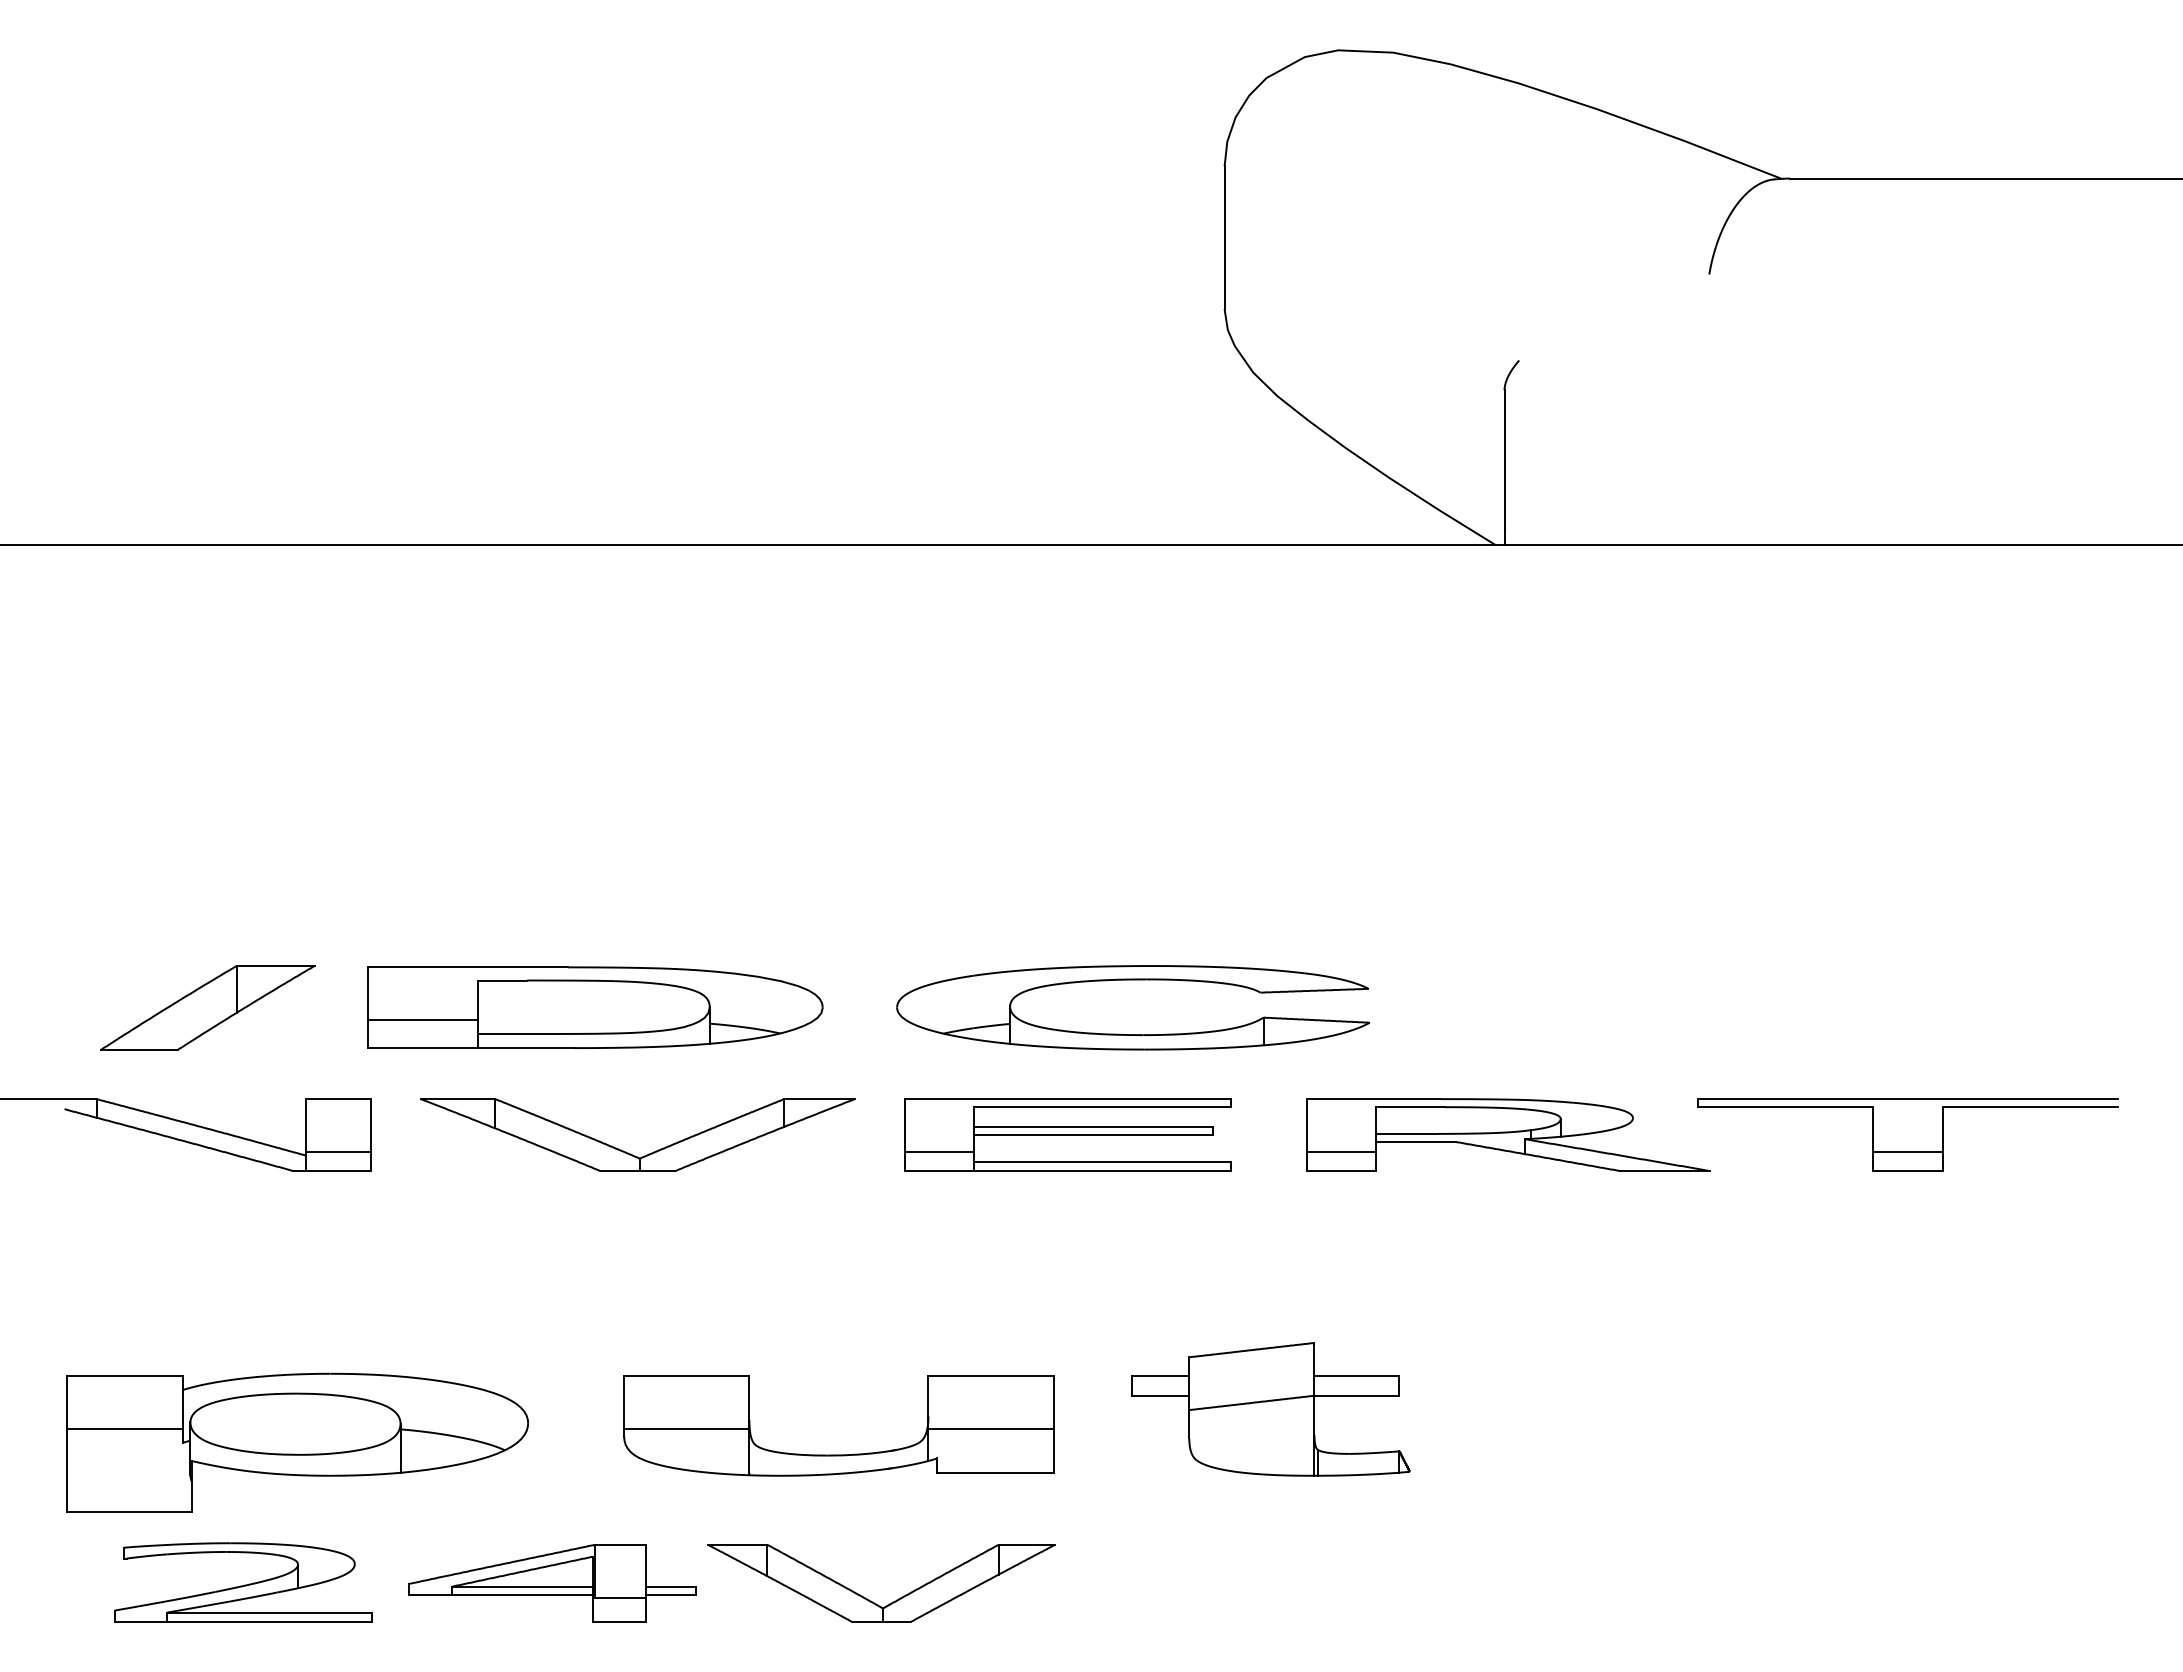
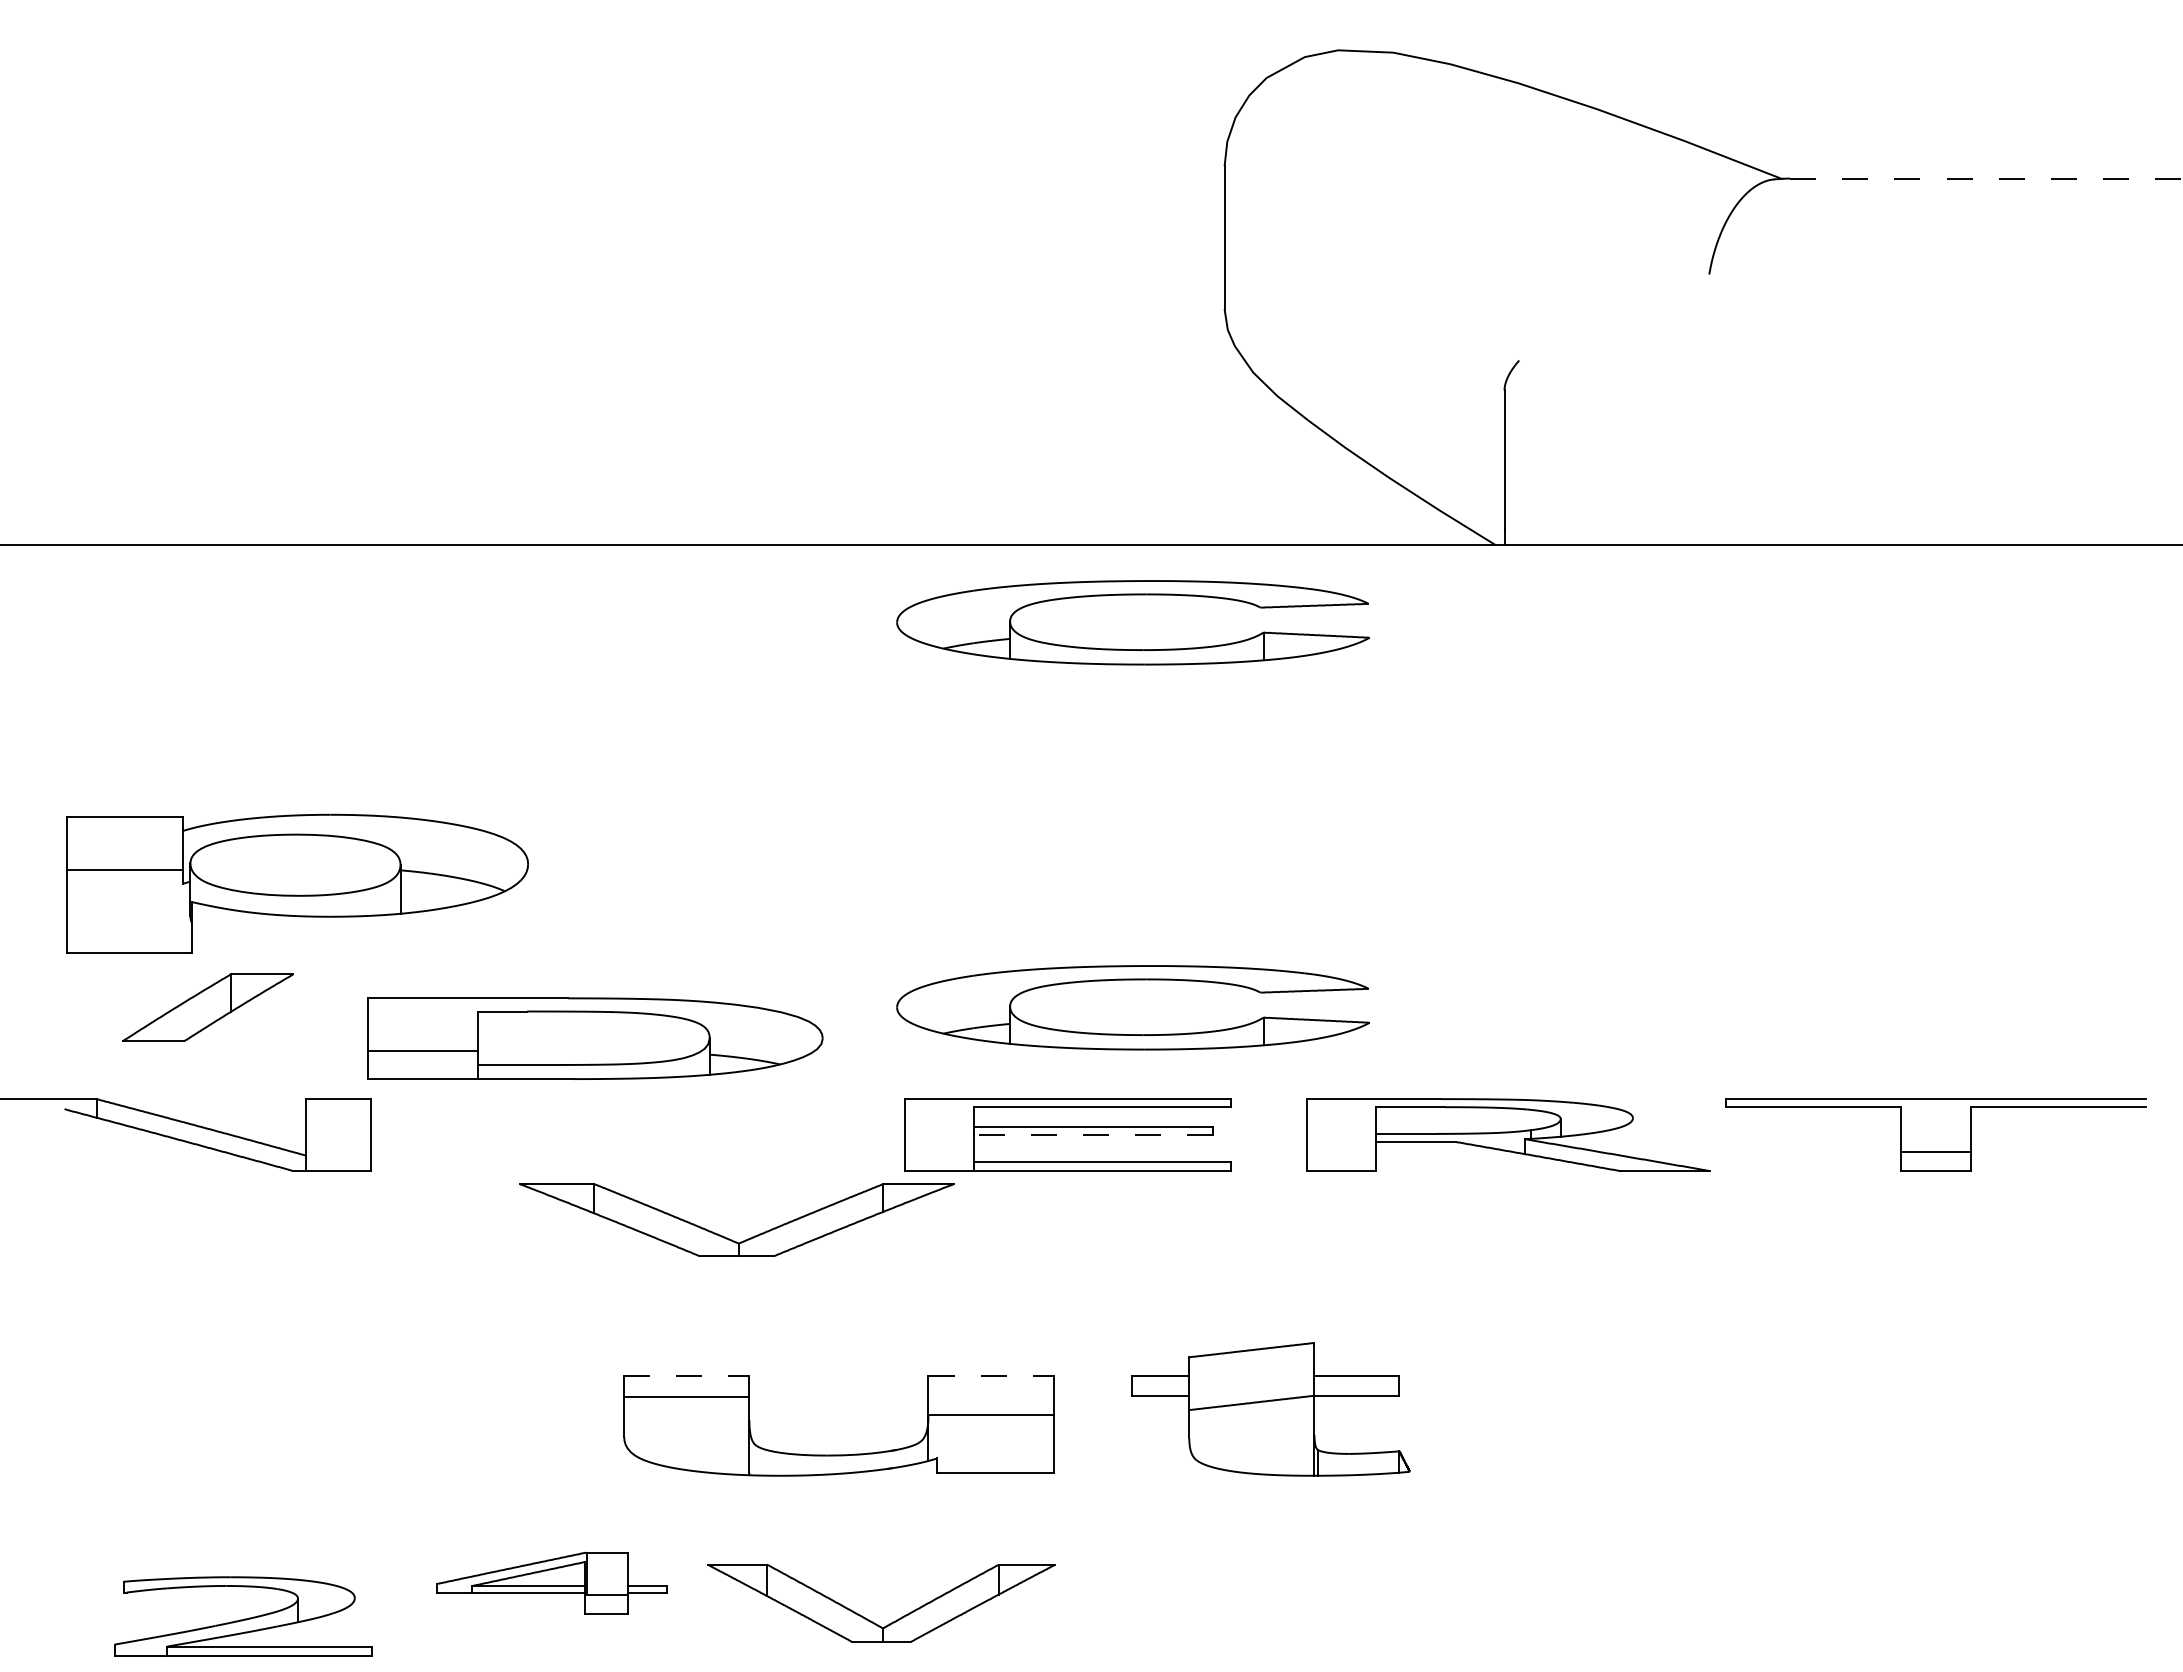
line at (1986, 178): solid -> dashed
part at (1132, 595): none -> present
part at (207, 1007) size: 216x86 px -> 172x69 px
part at (595, 1007) position: (595, 1007) -> (595, 1038)
line at (1093, 1135): solid -> dashed
line at (338, 1151): present -> none
line at (938, 1151): present -> none
line at (1341, 1151): present -> none
part at (1907, 1151) position: (1907, 1151) -> (1935, 1151)
part at (628, 1152) position: (628, 1152) -> (727, 1237)
line at (686, 1376): solid -> dashed
line at (991, 1376): solid -> dashed
line at (686, 1428) position: (686, 1428) -> (686, 1396)
line at (990, 1428) position: (990, 1428) -> (990, 1414)
part at (297, 1442) position: (297, 1442) -> (297, 883)
part at (243, 1582) position: (243, 1582) -> (243, 1616)
part at (552, 1583) size: 289x79 px -> 232x64 px
part at (873, 1601) position: (873, 1601) -> (873, 1621)
